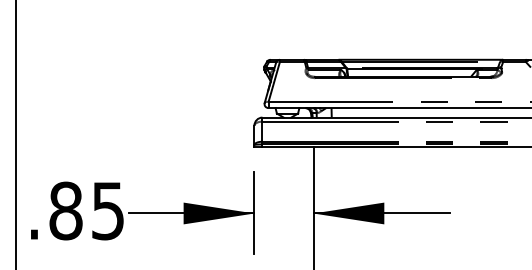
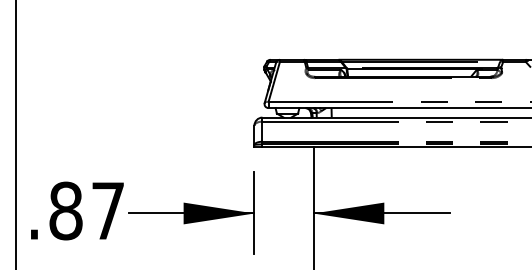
text at (107, 211): .85 -> .87
